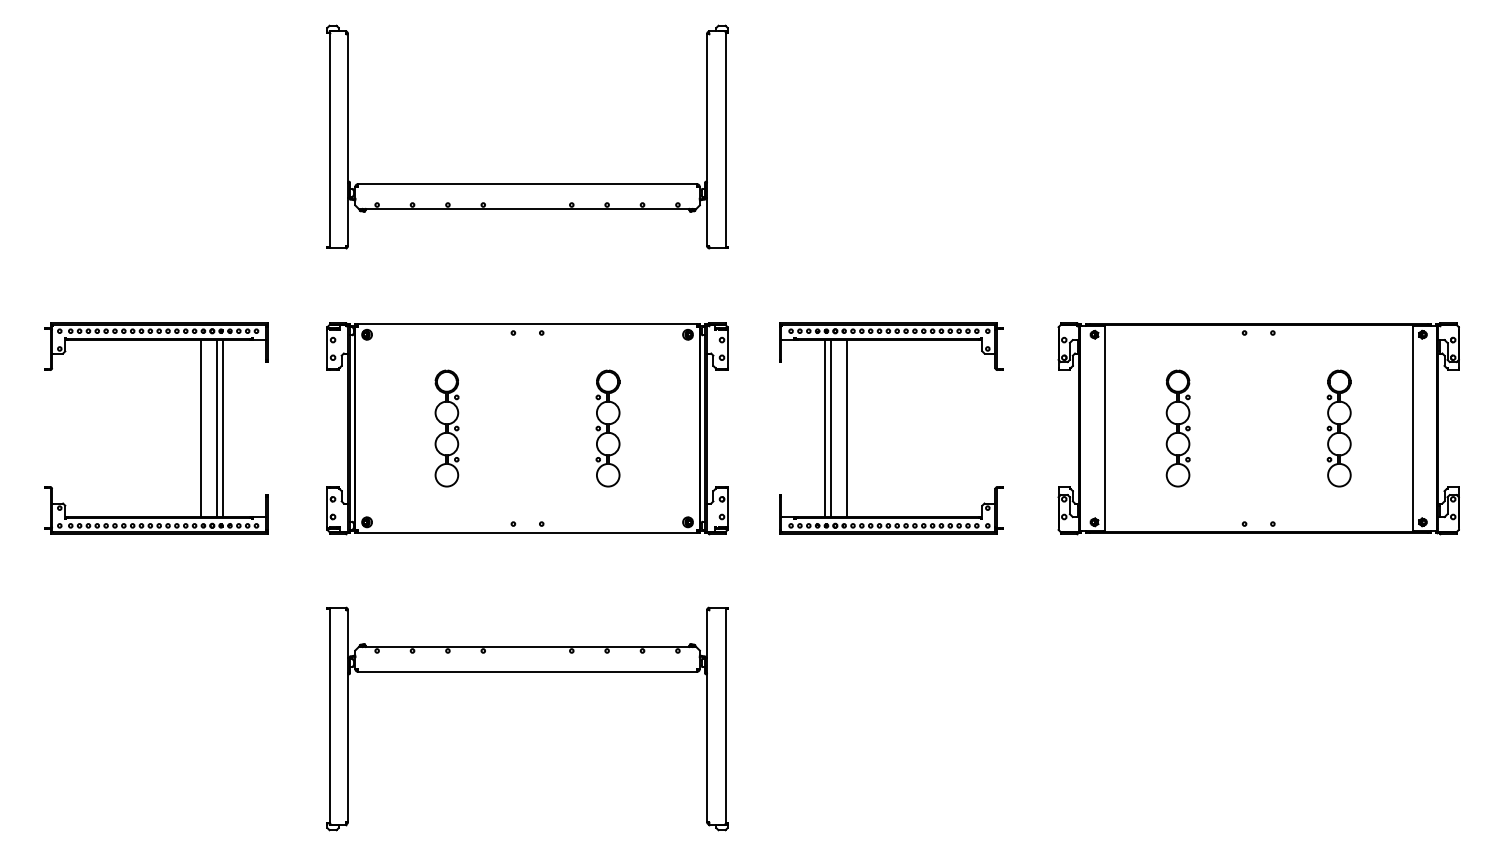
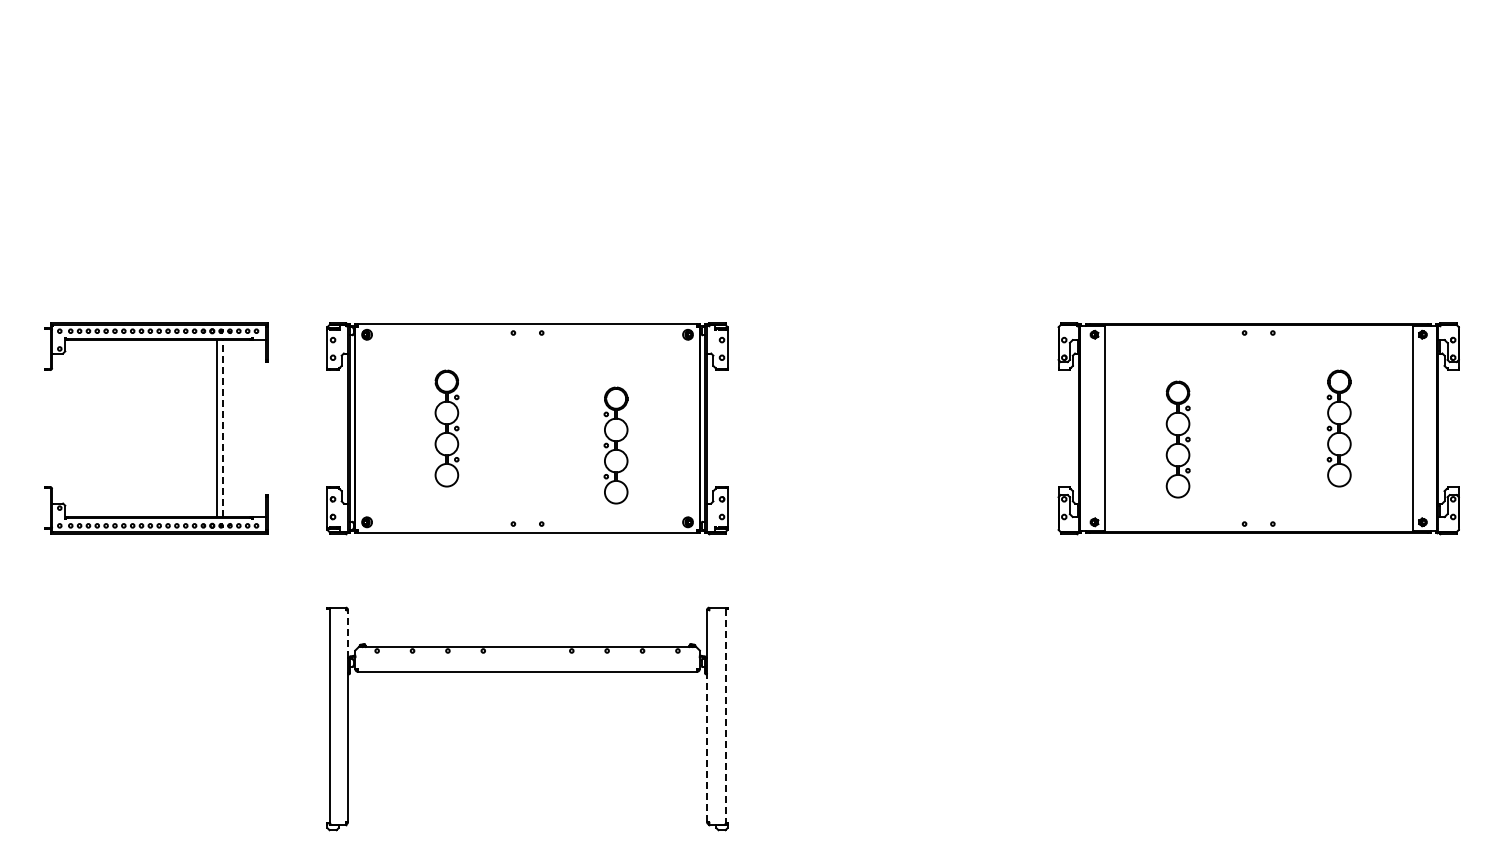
part at (527, 183): present -> none
line at (200, 428): present -> none
line at (222, 428): solid -> dashed
part at (607, 428) position: (607, 428) -> (615, 445)
part at (847, 428): present -> none
part at (1177, 428) position: (1177, 428) -> (1177, 439)
line at (347, 633): solid -> dashed
line at (725, 715): solid -> dashed
line at (707, 747): solid -> dashed
